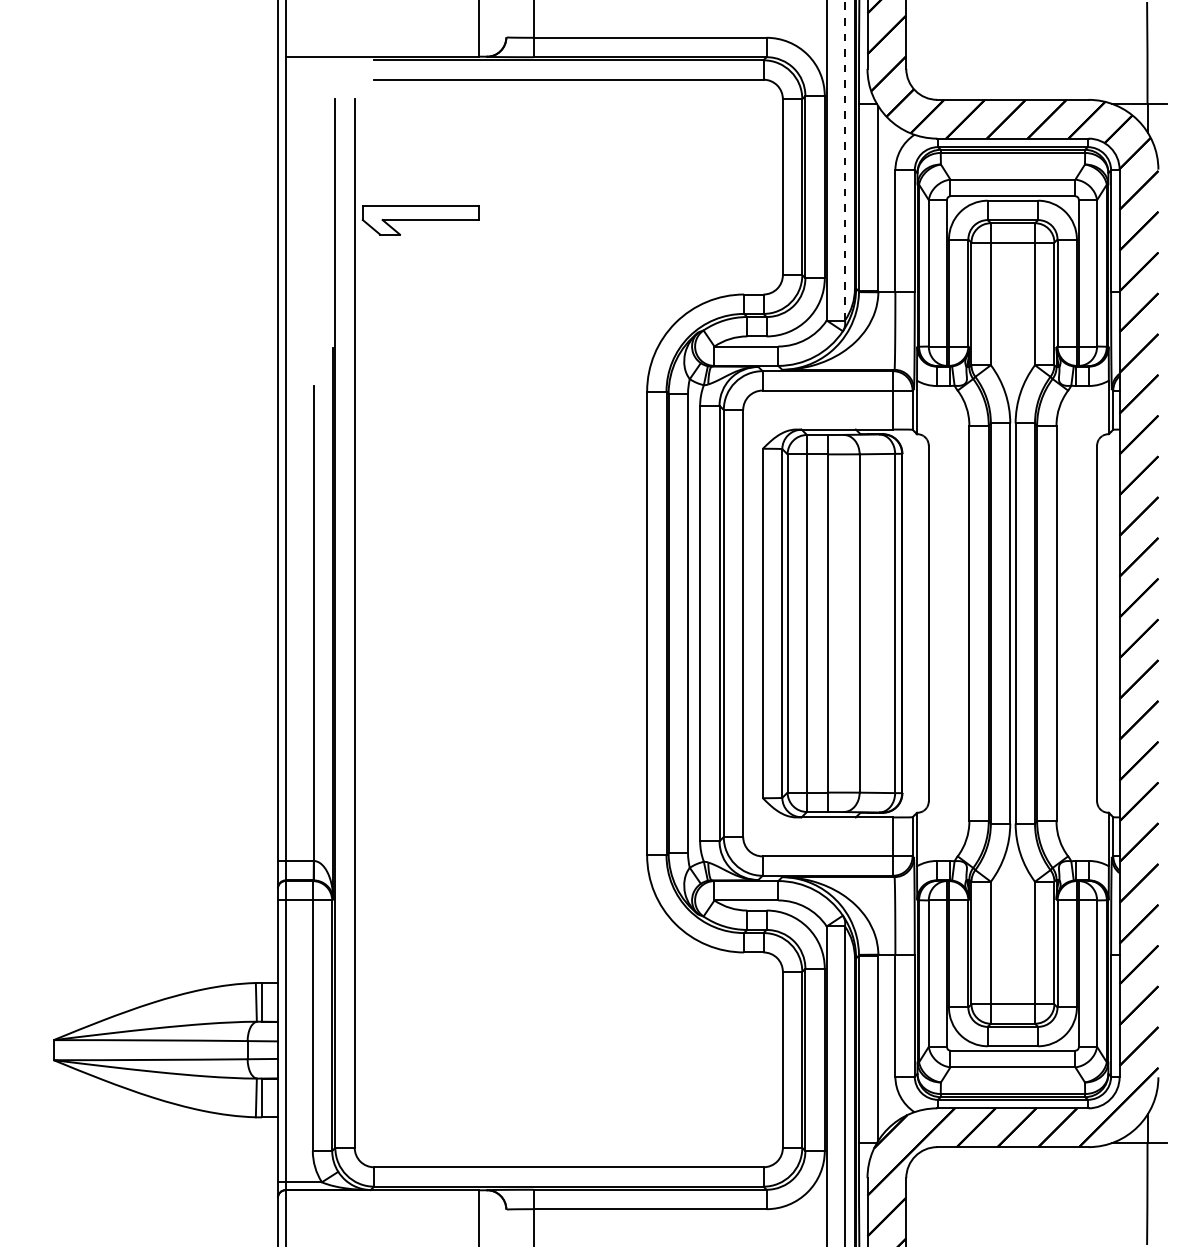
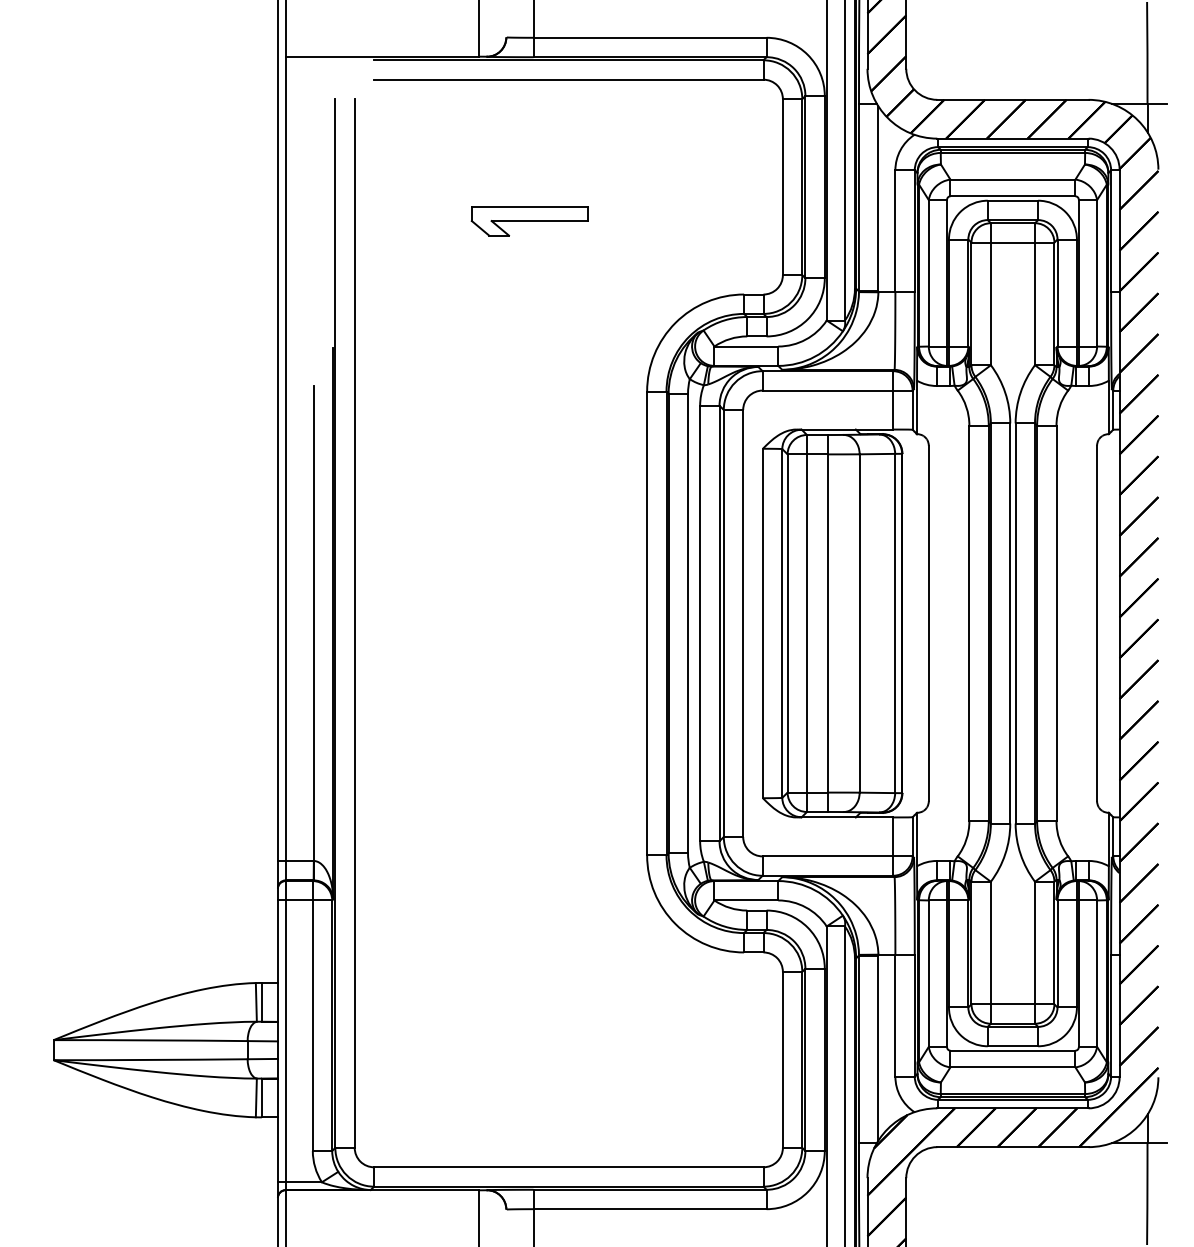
line at (844, 159): dashed -> solid
part at (420, 220) position: (420, 220) -> (529, 221)
